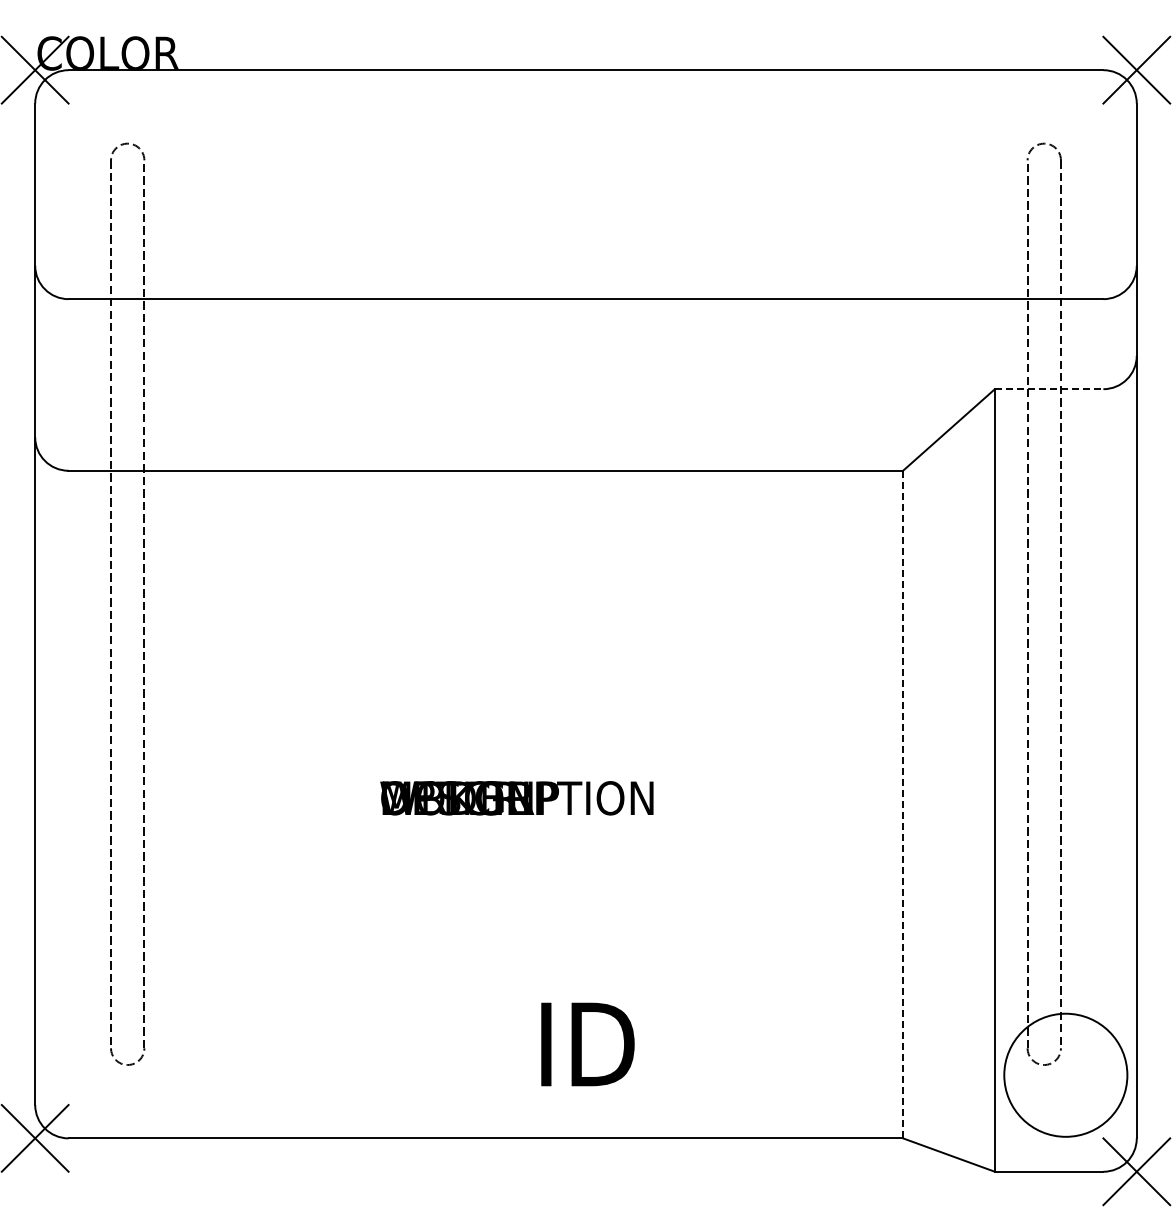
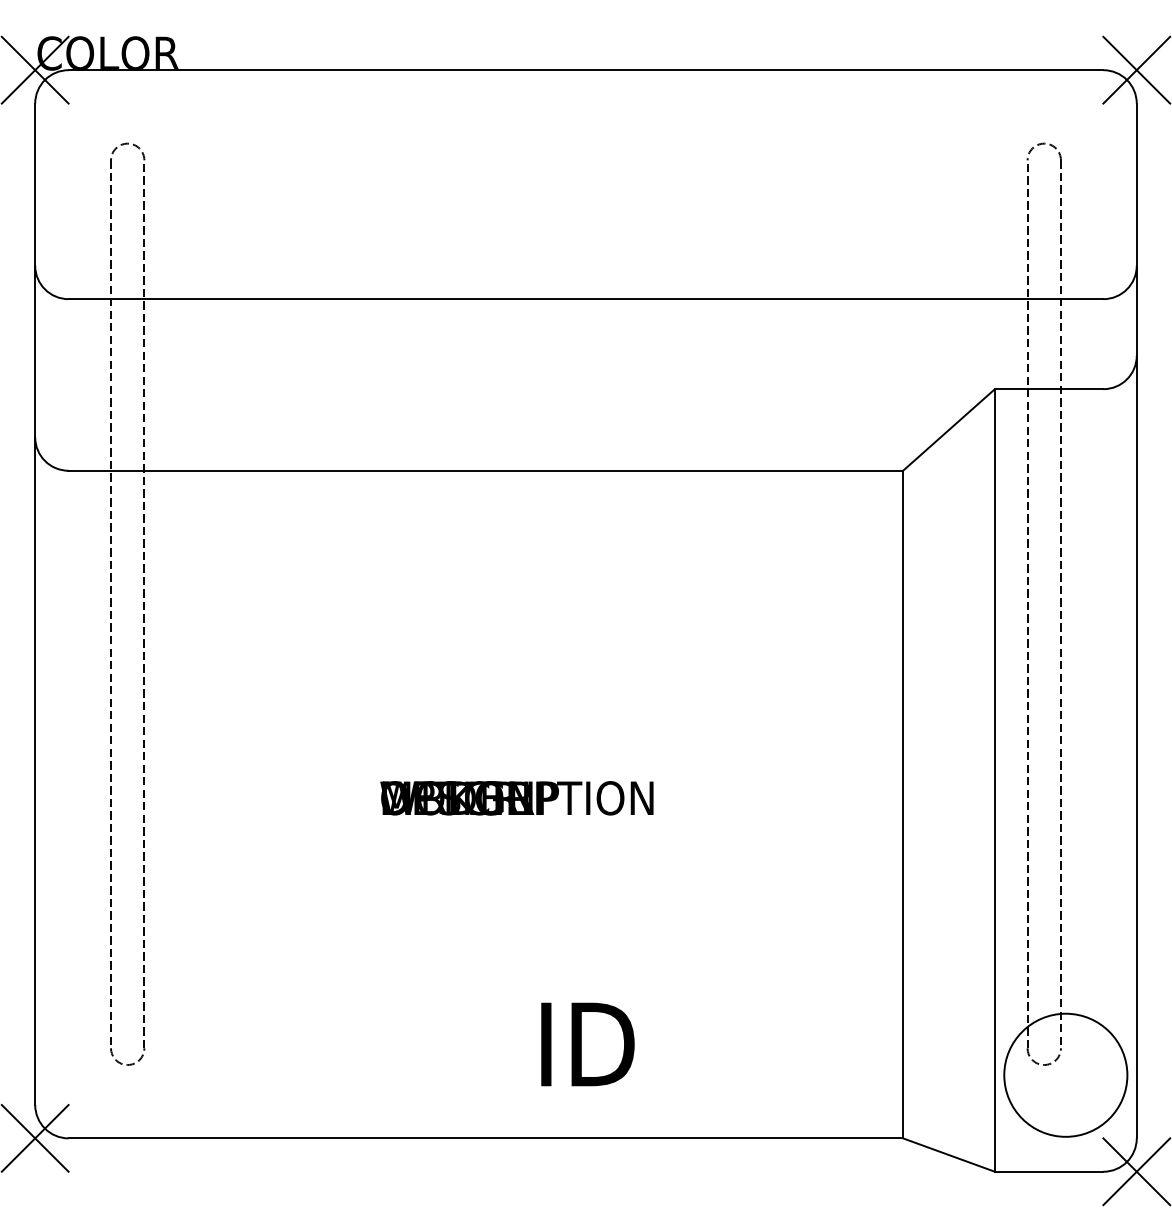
line at (1049, 389): dashed -> solid
line at (903, 804): dashed -> solid
